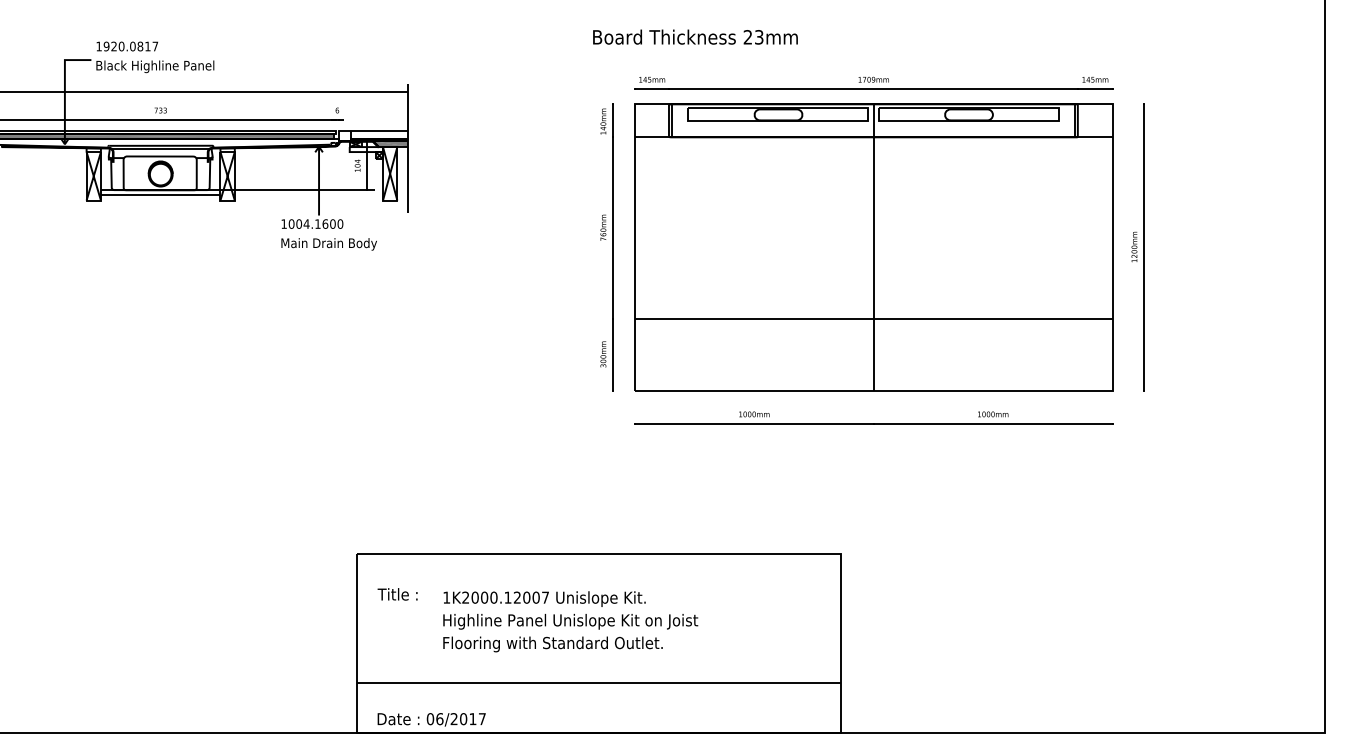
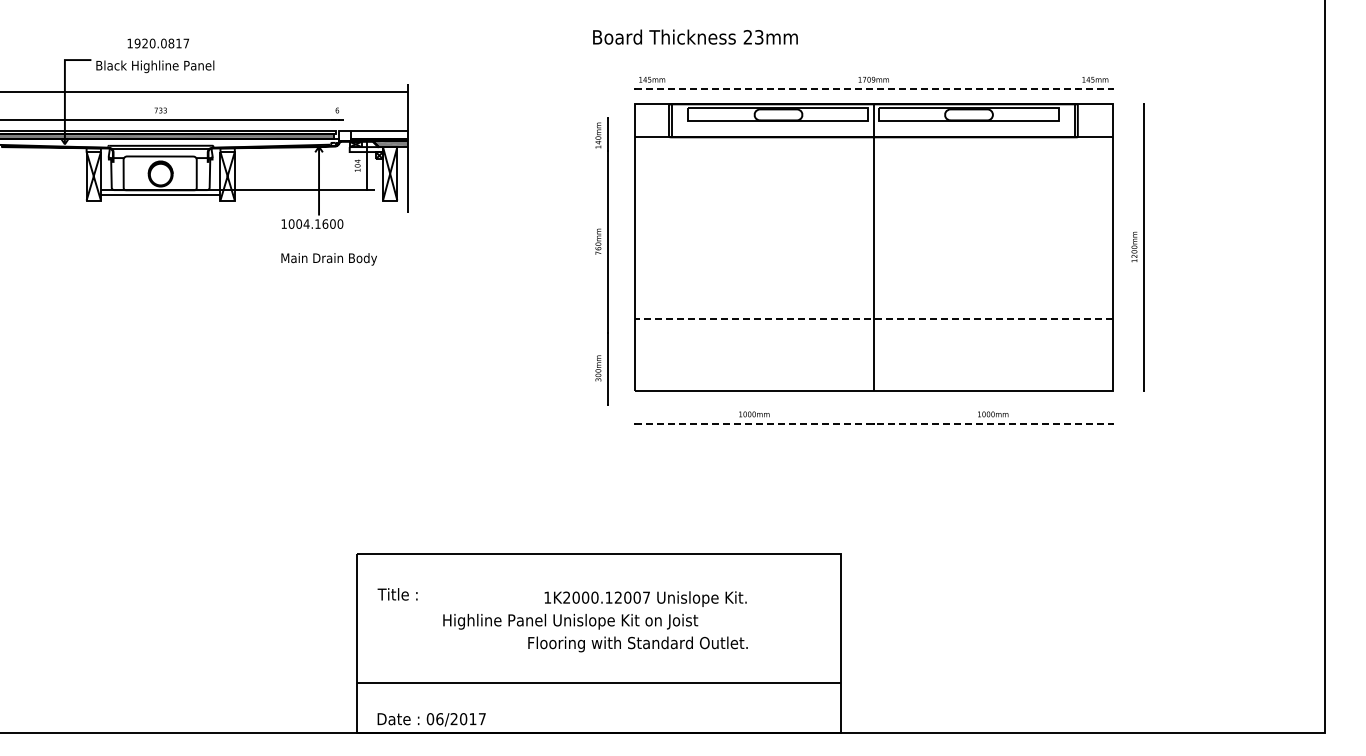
text at (126, 46) position: (126, 46) -> (157, 43)
line at (874, 89): solid -> dashed
text at (328, 244) position: (328, 244) -> (328, 259)
part at (606, 247) position: (606, 247) -> (601, 261)
line at (873, 319): solid -> dashed
line at (873, 423): solid -> dashed
text at (544, 598) position: (544, 598) -> (645, 598)
text at (552, 644) position: (552, 644) -> (637, 644)
